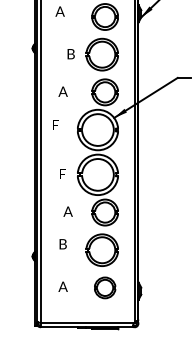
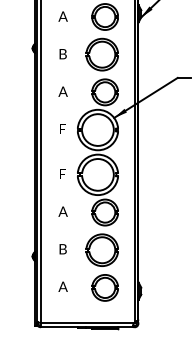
text at (59, 11) position: (59, 11) -> (62, 16)
text at (70, 54) position: (70, 54) -> (62, 54)
text at (55, 124) position: (55, 124) -> (62, 128)
text at (67, 211) position: (67, 211) -> (62, 211)
text at (62, 244) position: (62, 244) -> (62, 249)
part at (105, 287) size: 23x24 px -> 28x28 px
